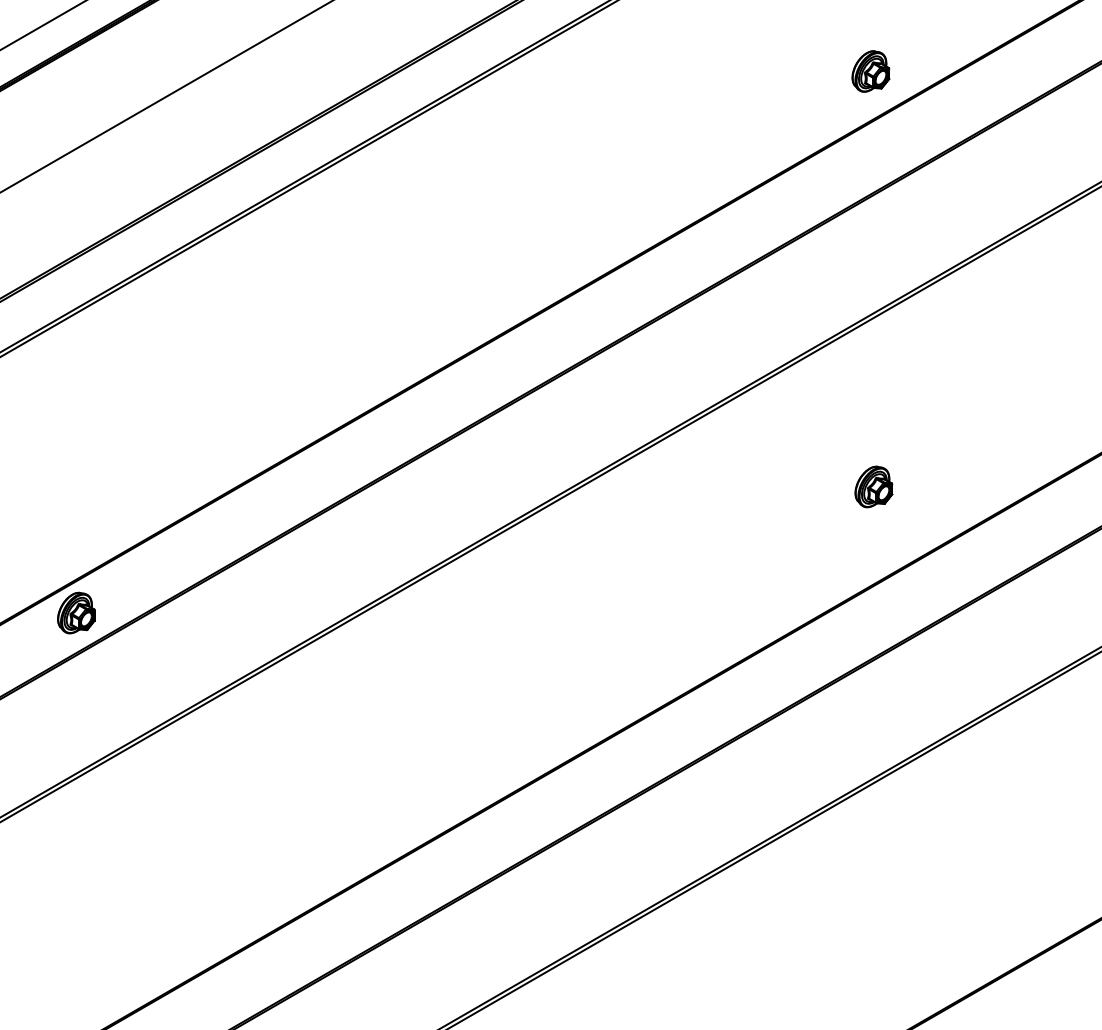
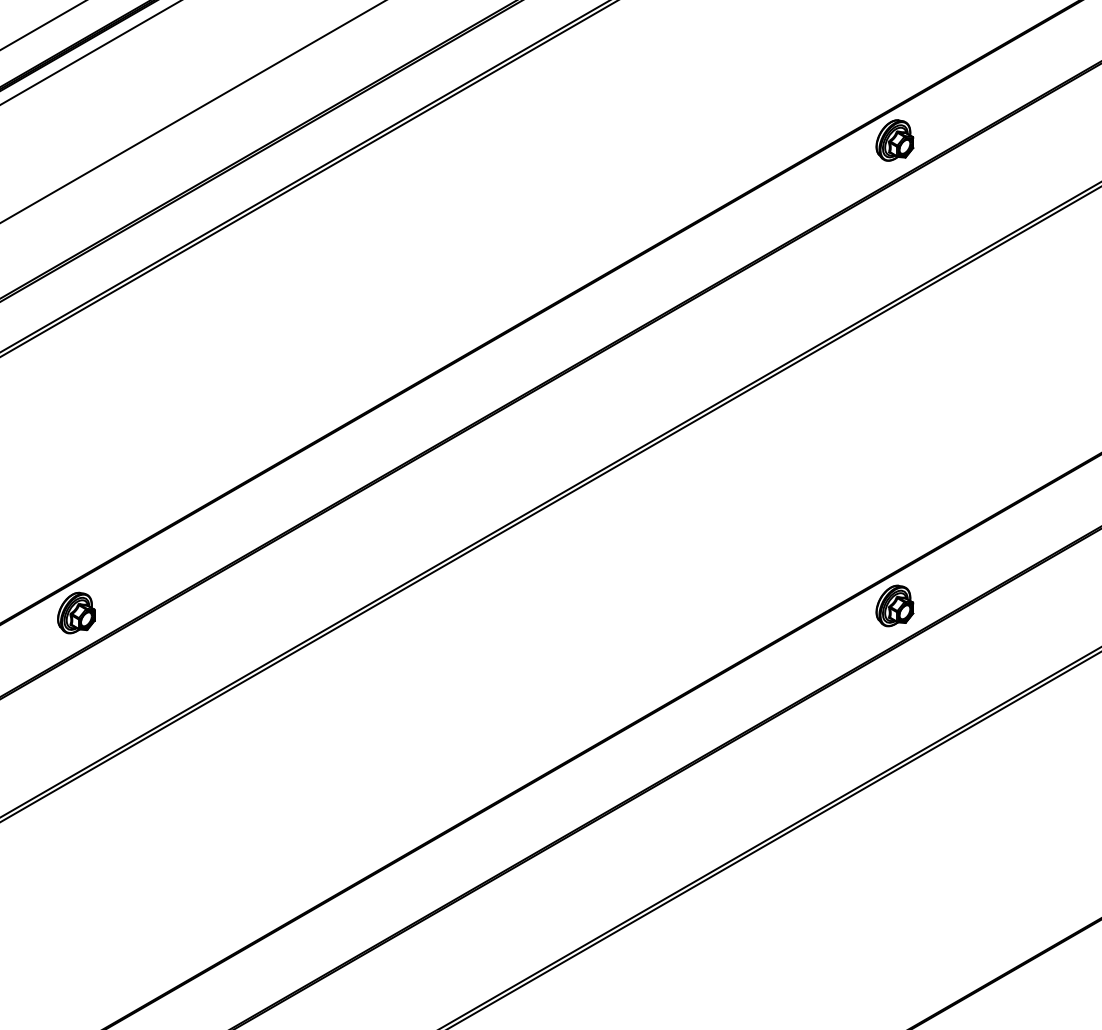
line at (90, 52): none -> present
part at (870, 71) position: (870, 71) -> (894, 140)
line at (166, 96) position: (166, 96) -> (192, 111)
part at (873, 486) position: (873, 486) -> (894, 605)
